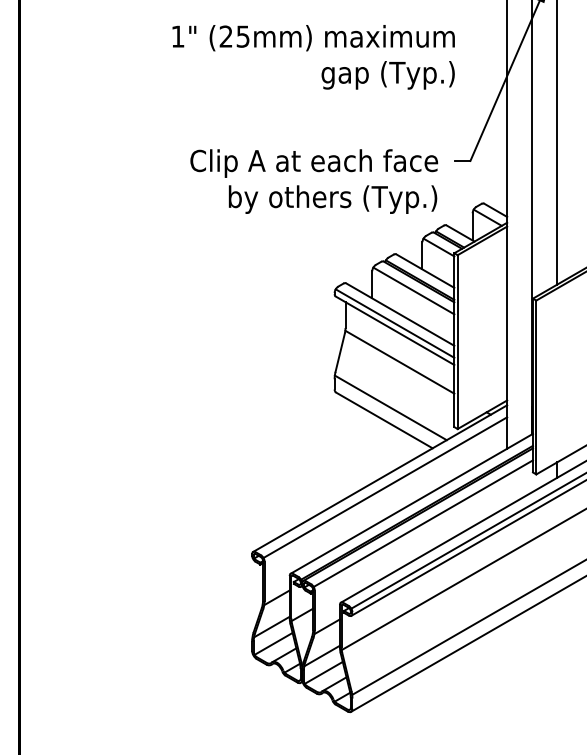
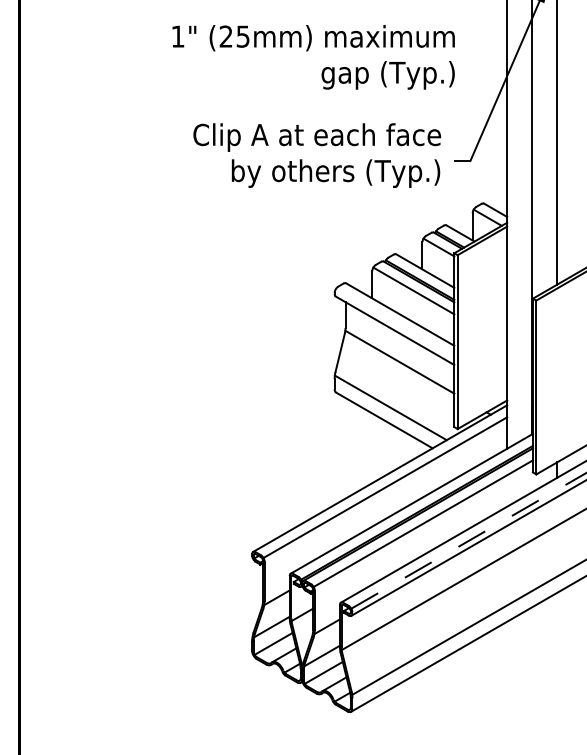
text at (314, 181) position: (314, 181) -> (317, 155)
line at (394, 323): present -> none
line at (468, 540): solid -> dashed
